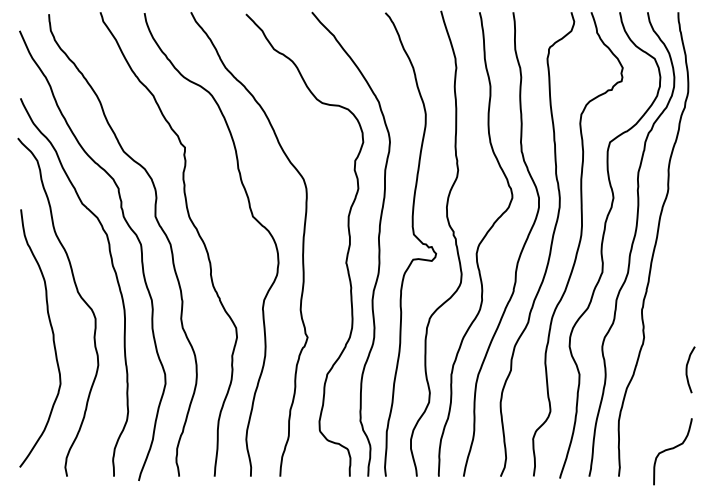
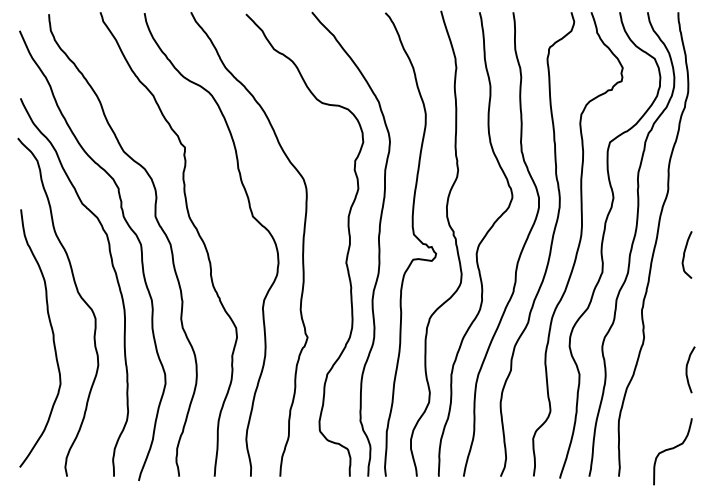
curve at (685, 253): none -> present
